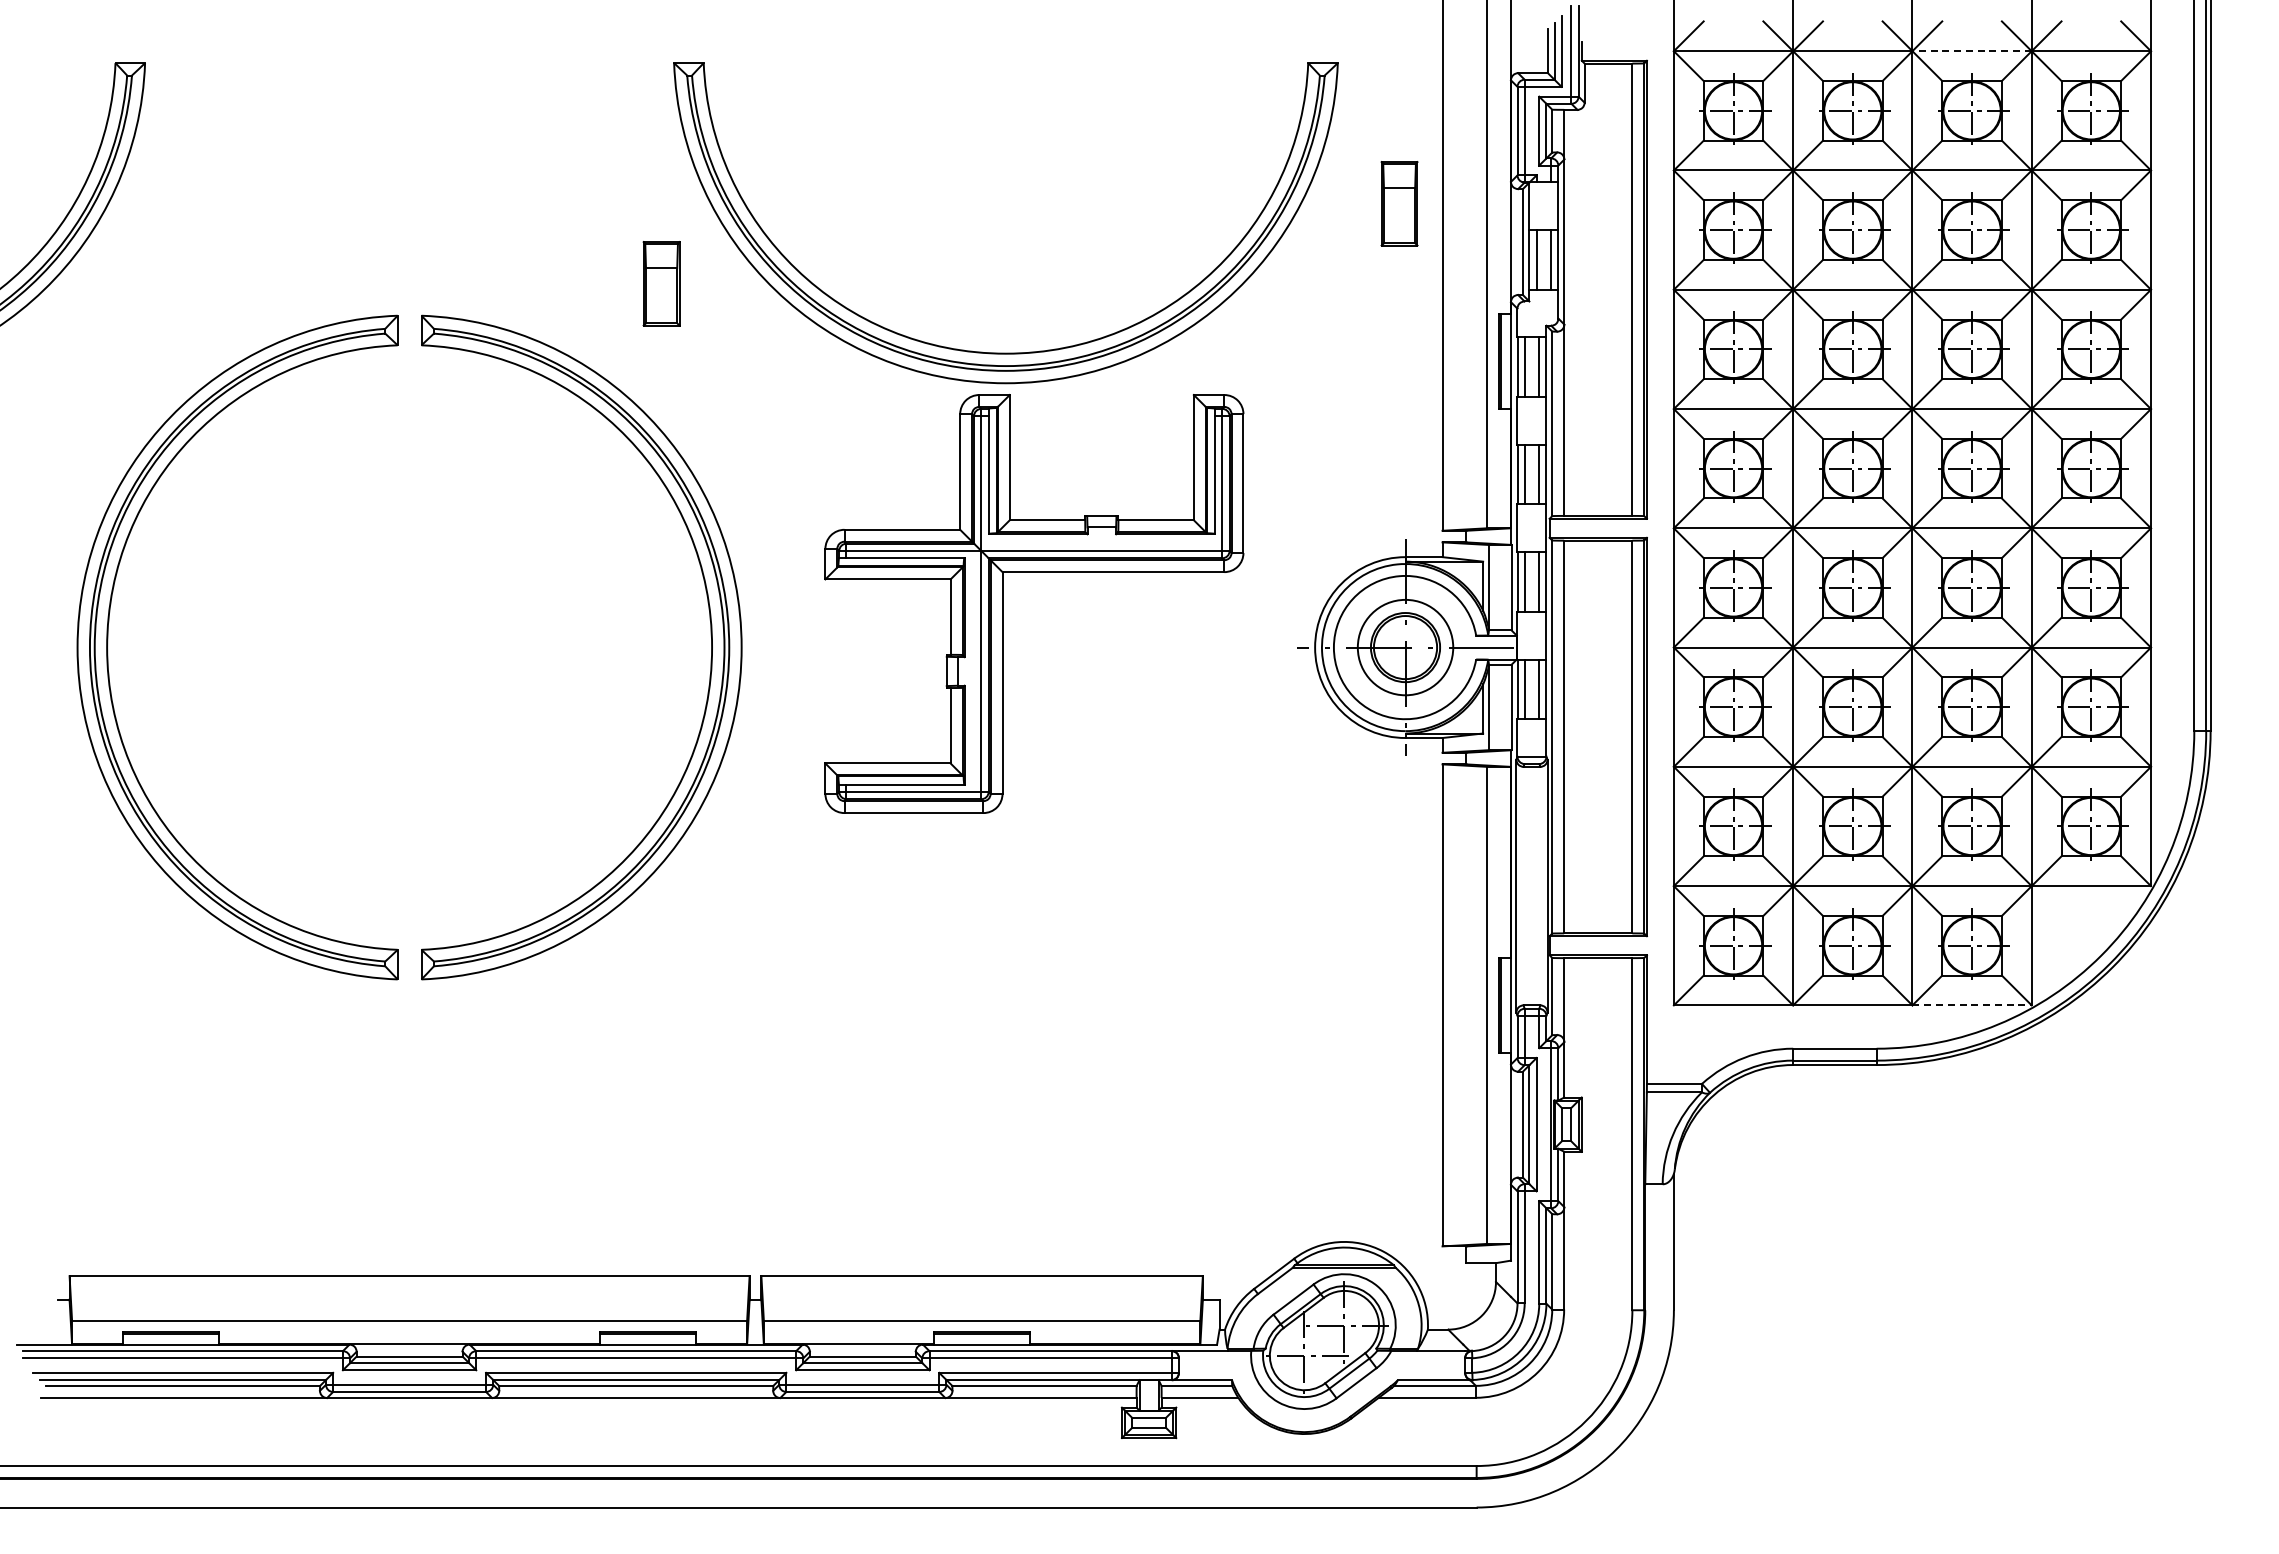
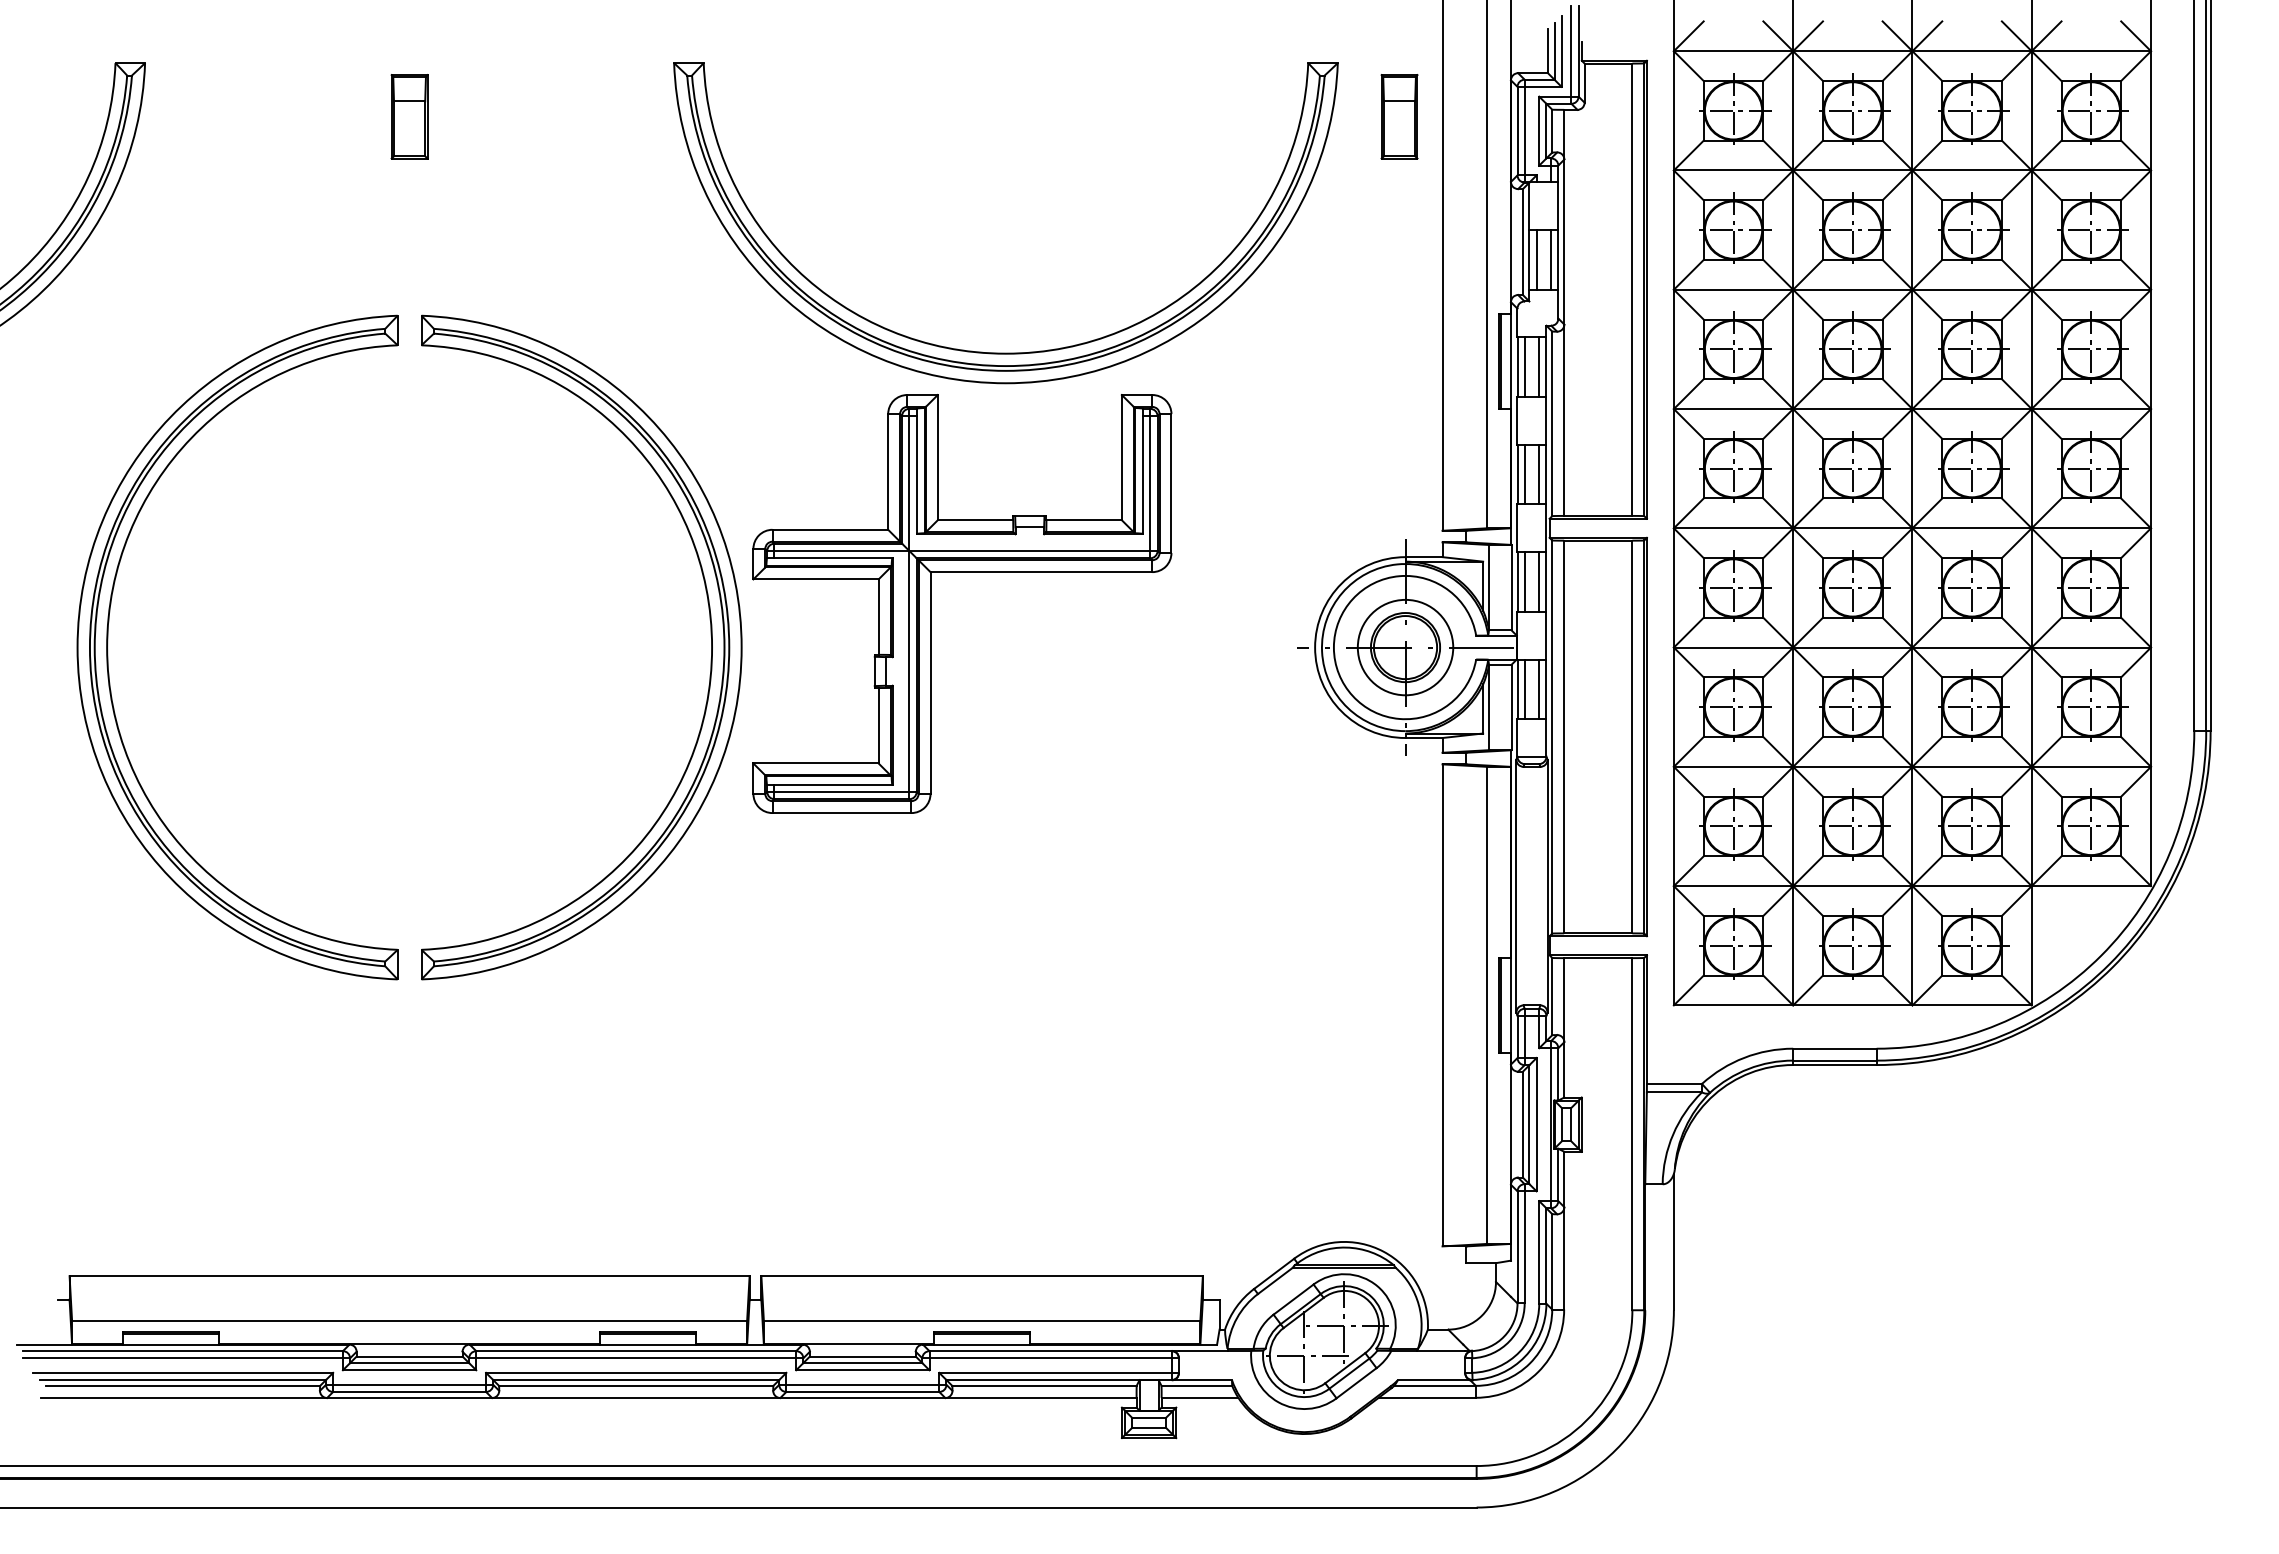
line at (1972, 51): dashed -> solid
part at (1399, 203) position: (1399, 203) -> (1399, 116)
part at (661, 283) position: (661, 283) -> (409, 116)
part at (1034, 572) position: (1034, 572) -> (962, 572)
line at (1972, 1005): dashed -> solid
